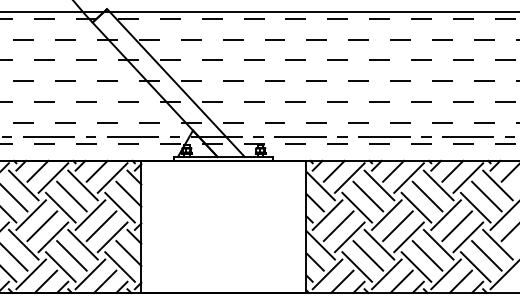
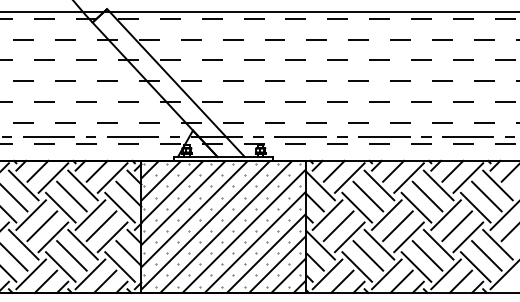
hatch at (223, 226): none -> present
